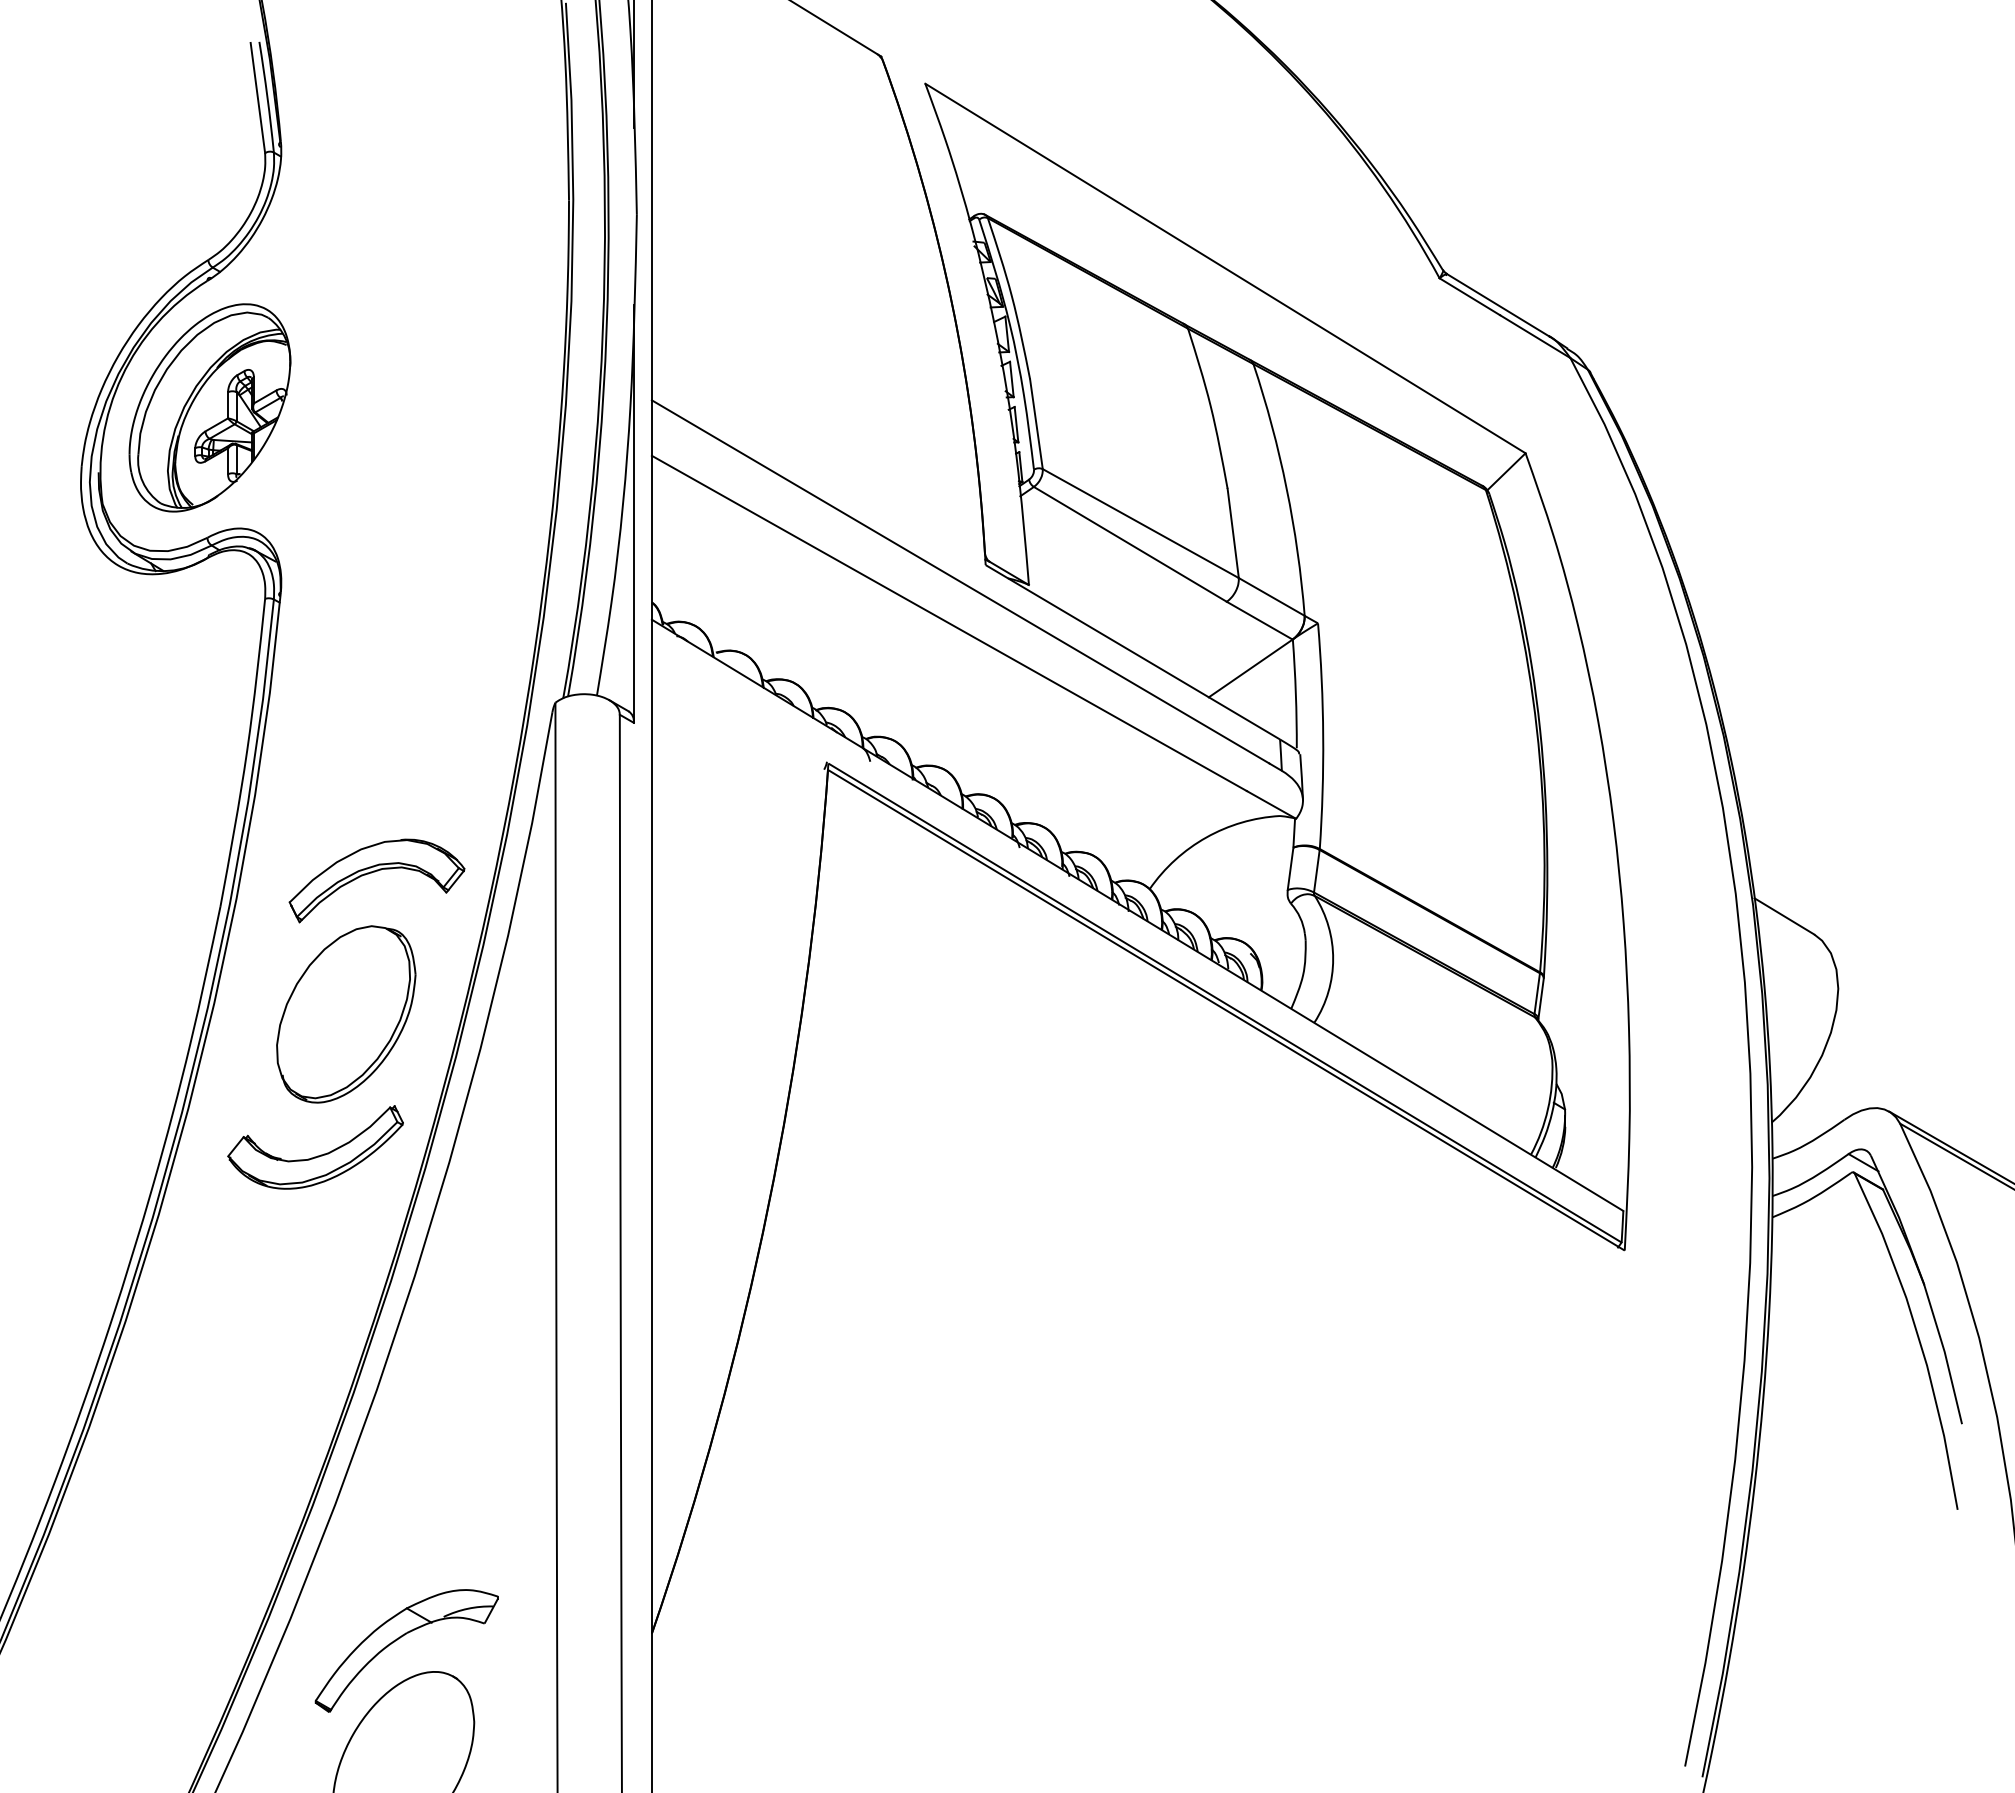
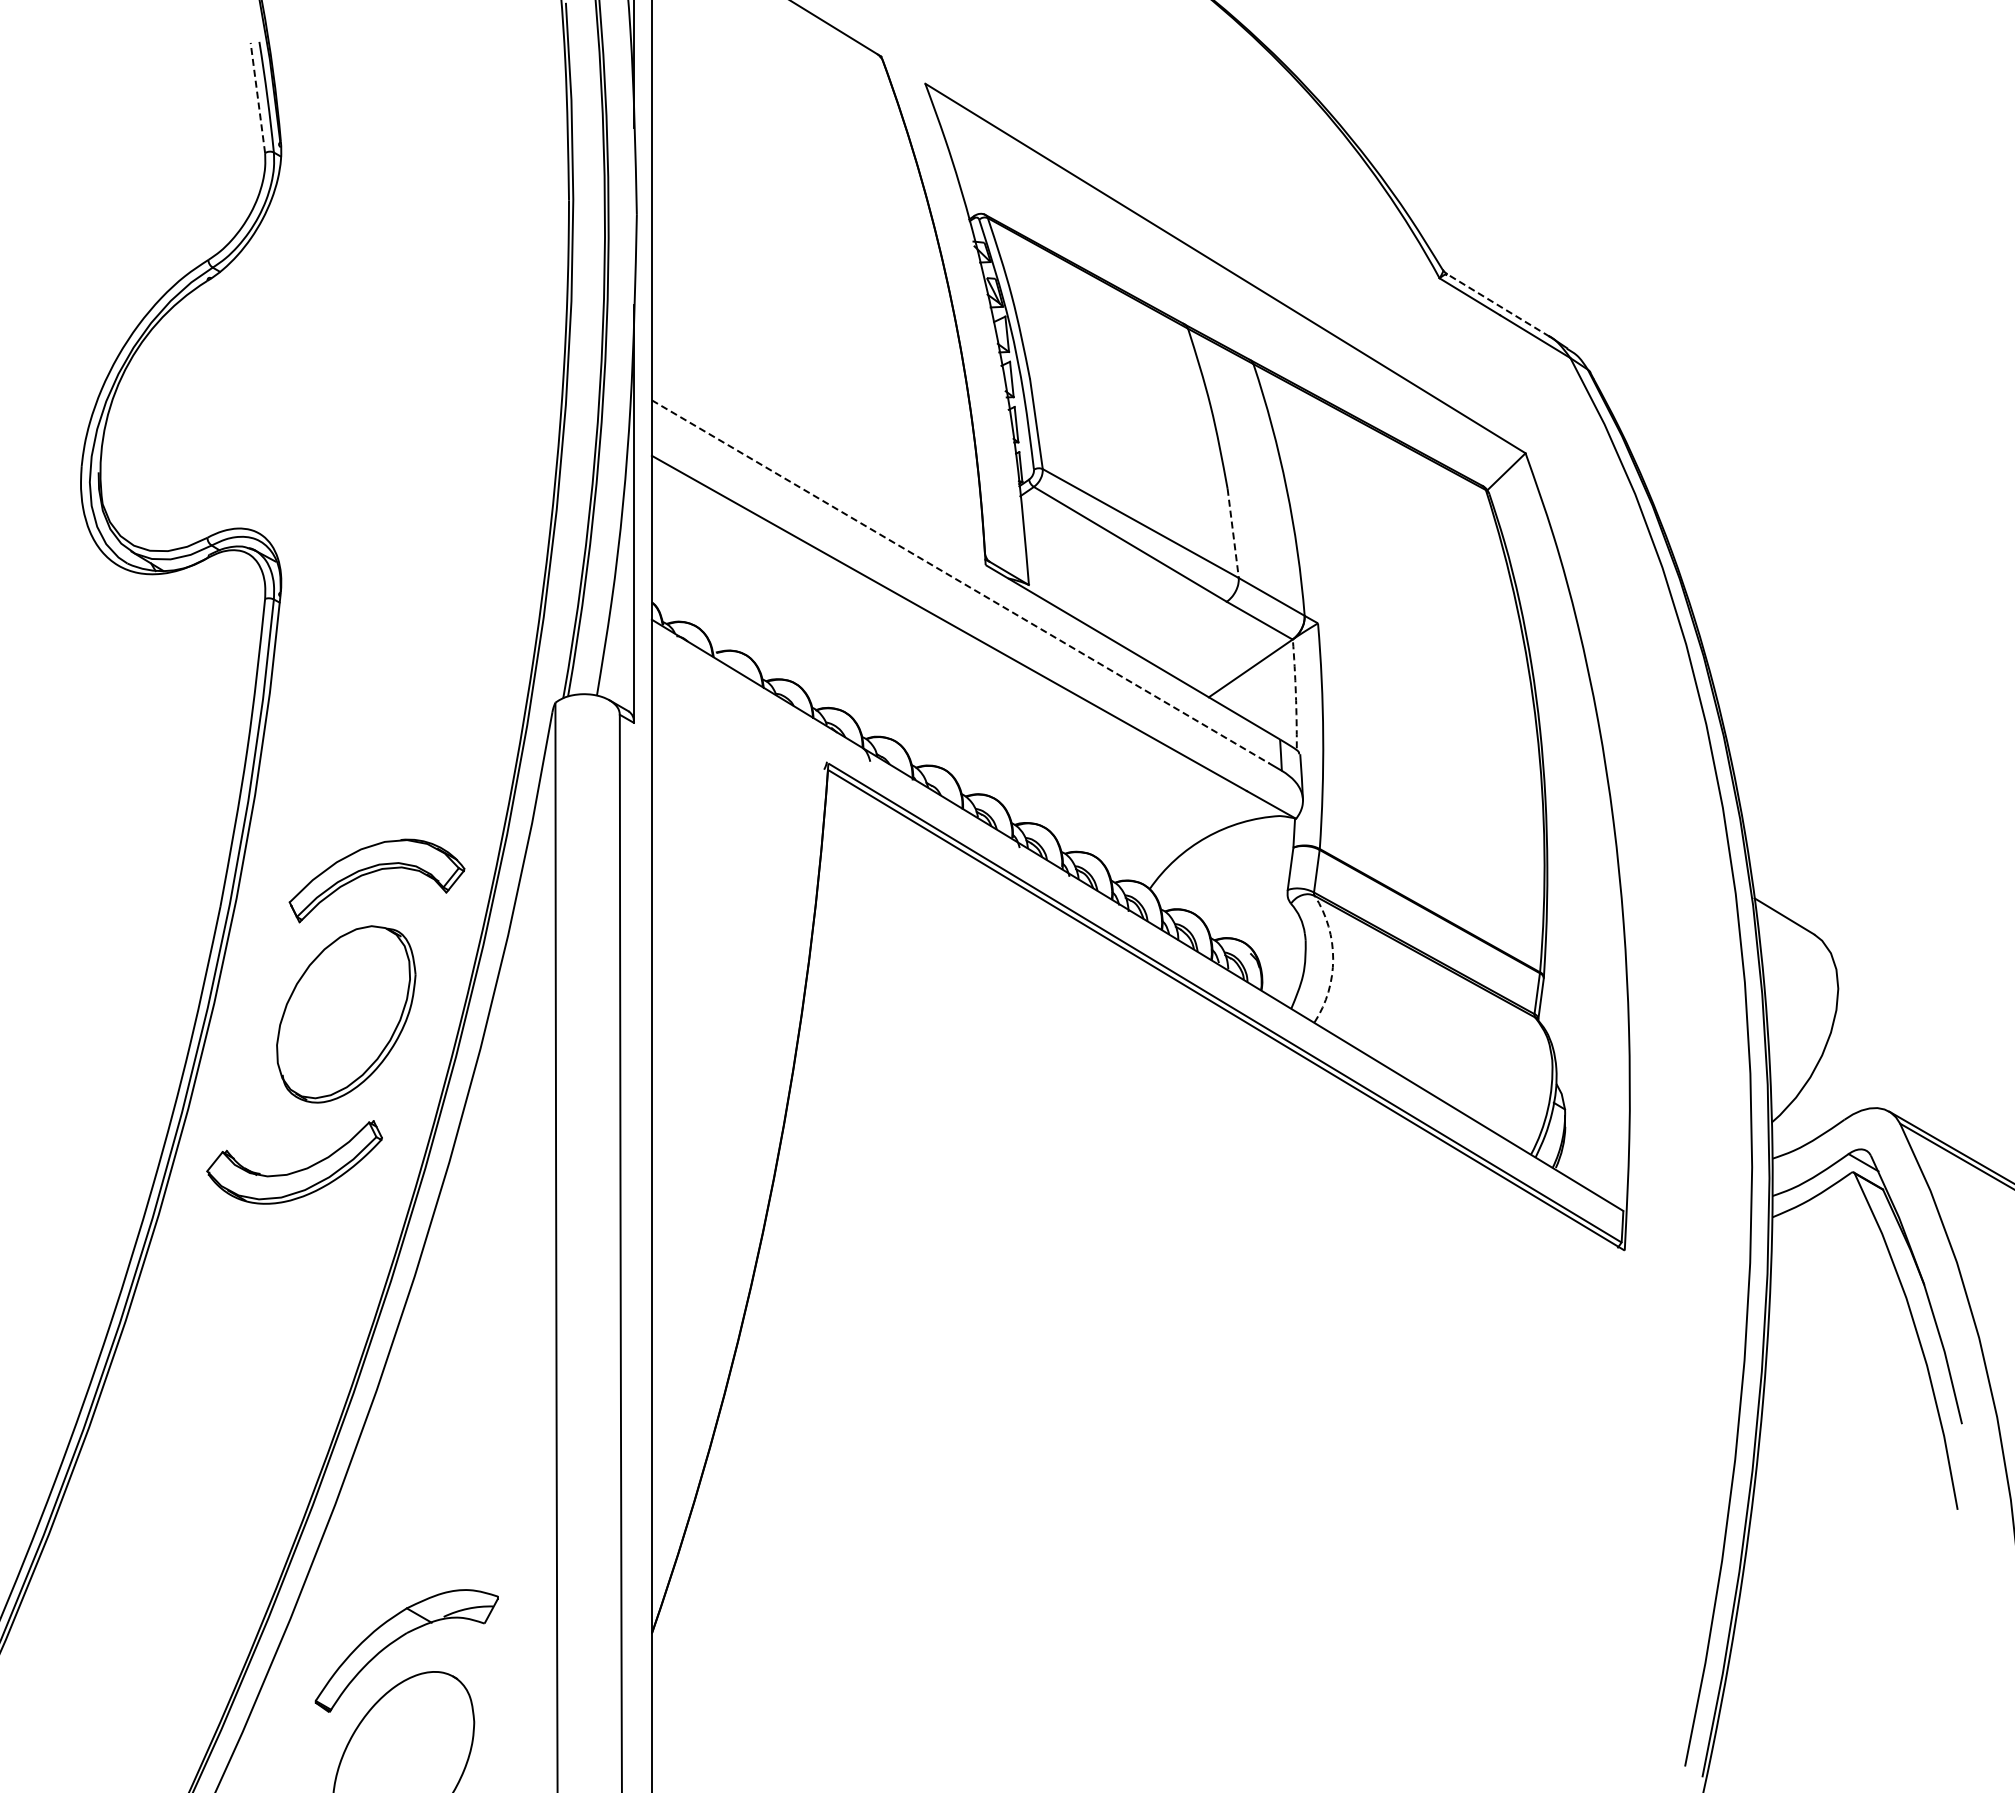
line at (257, 98): solid -> dashed
line at (1497, 305): solid -> dashed
part at (209, 407): present -> none
line at (1233, 533): solid -> dashed
line at (961, 582): solid -> dashed
arc at (1295, 693): solid -> dashed
arc at (1333, 959): solid -> dashed
part at (317, 1155) position: (317, 1155) -> (296, 1170)
